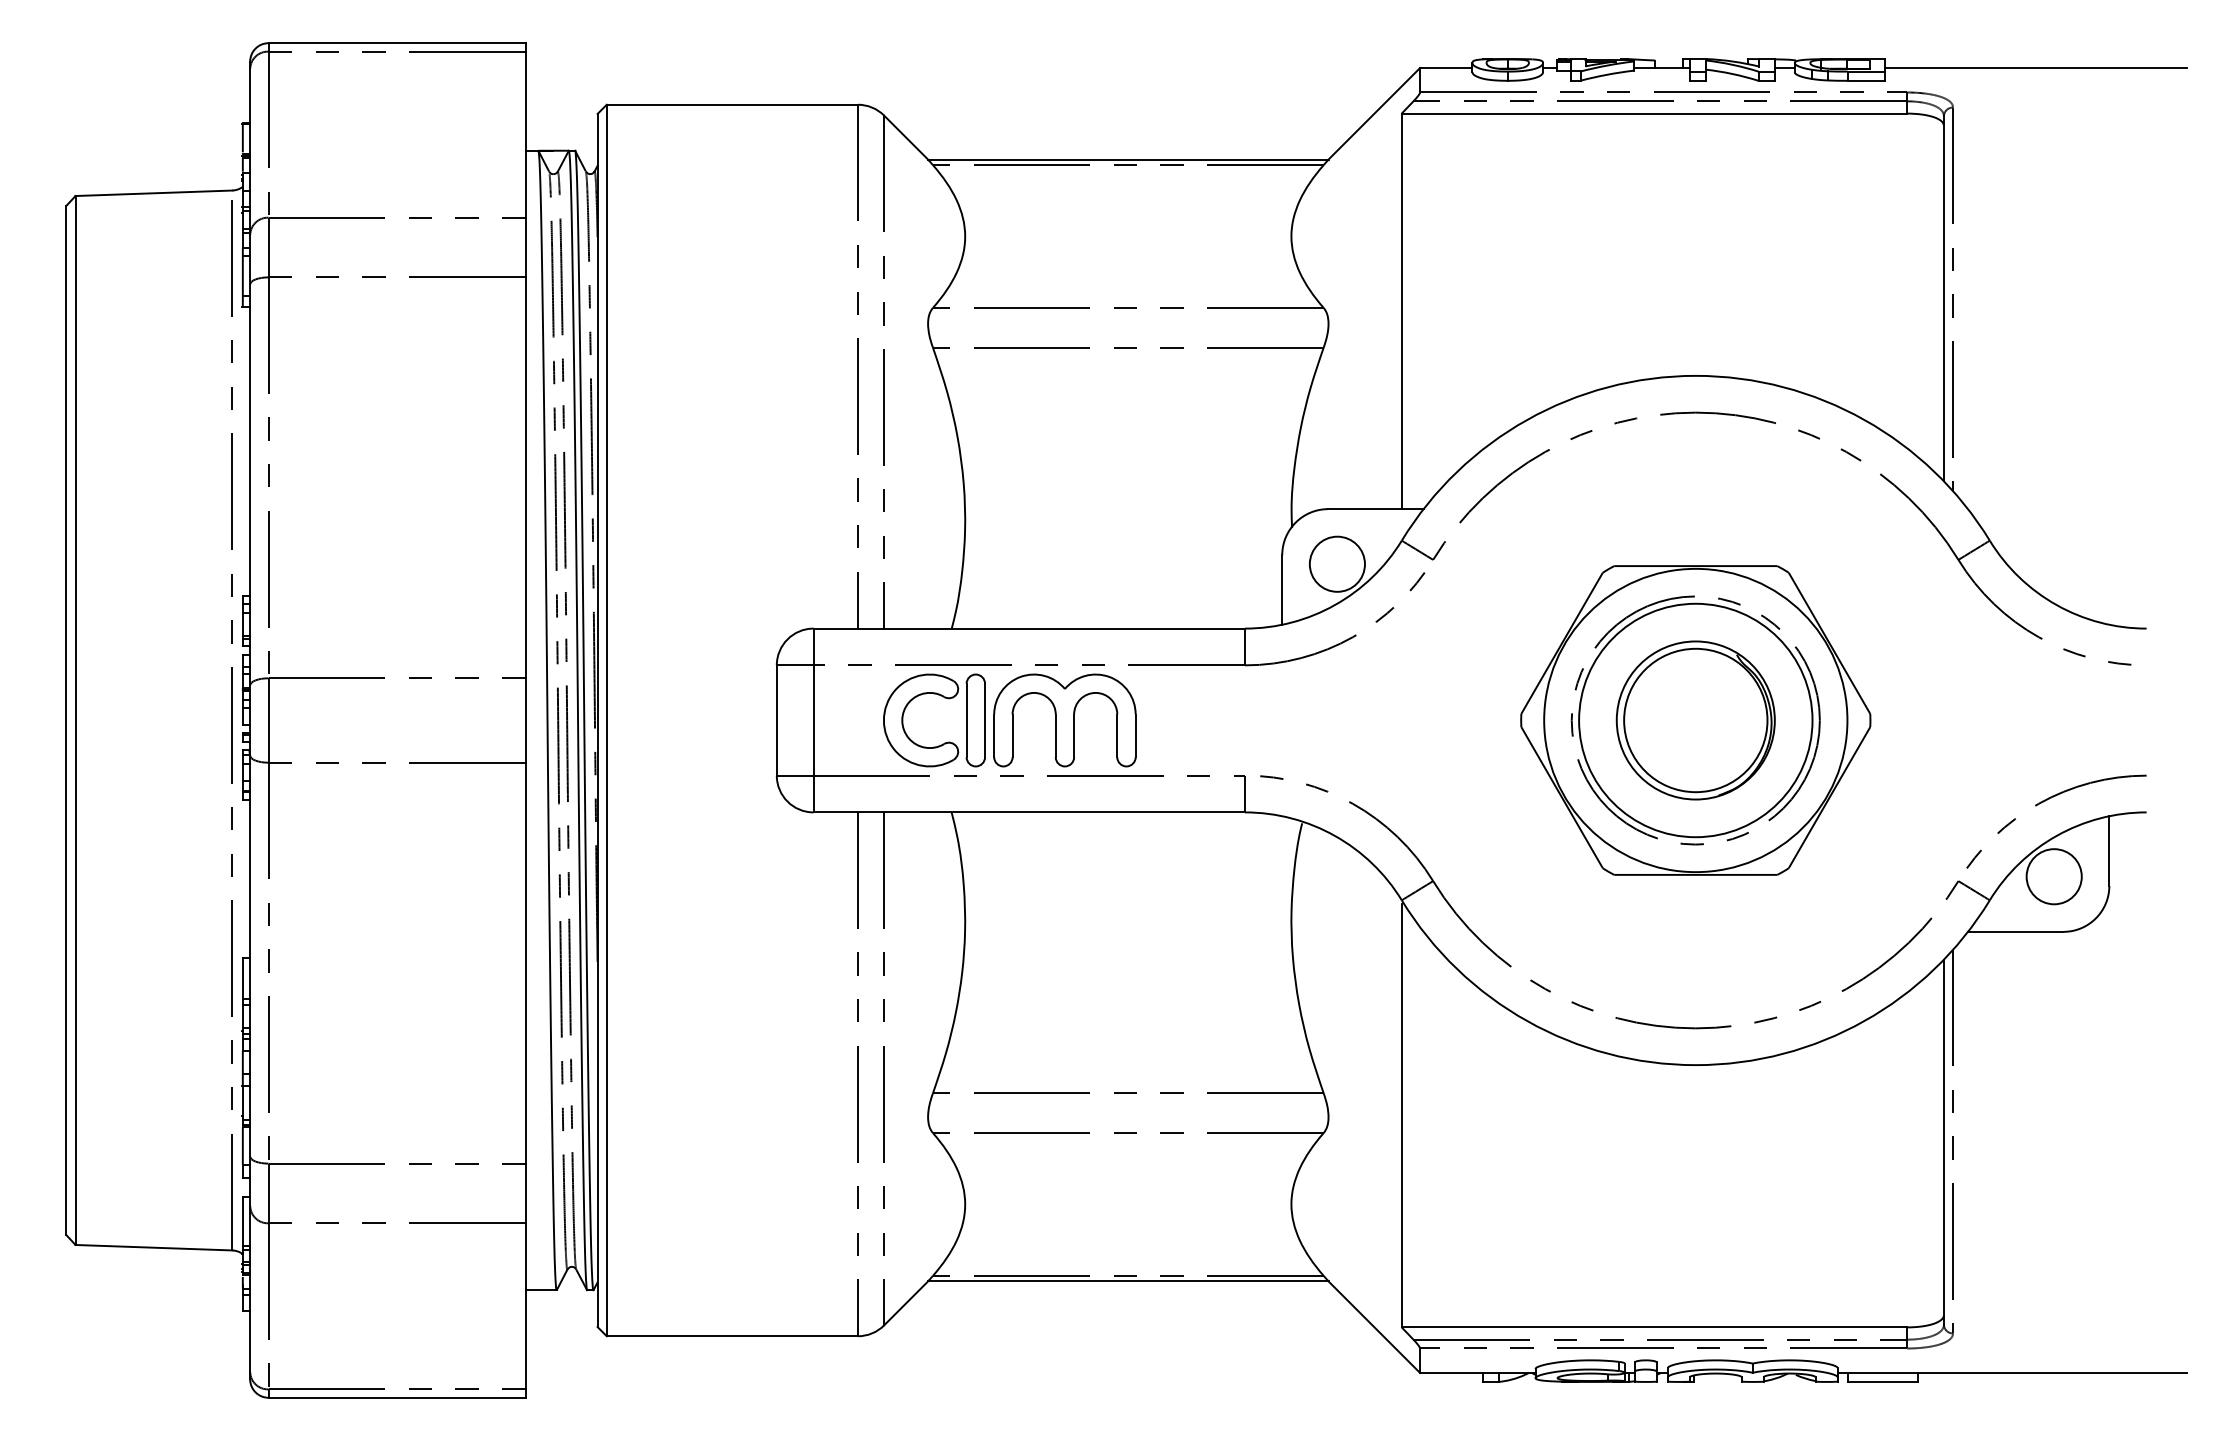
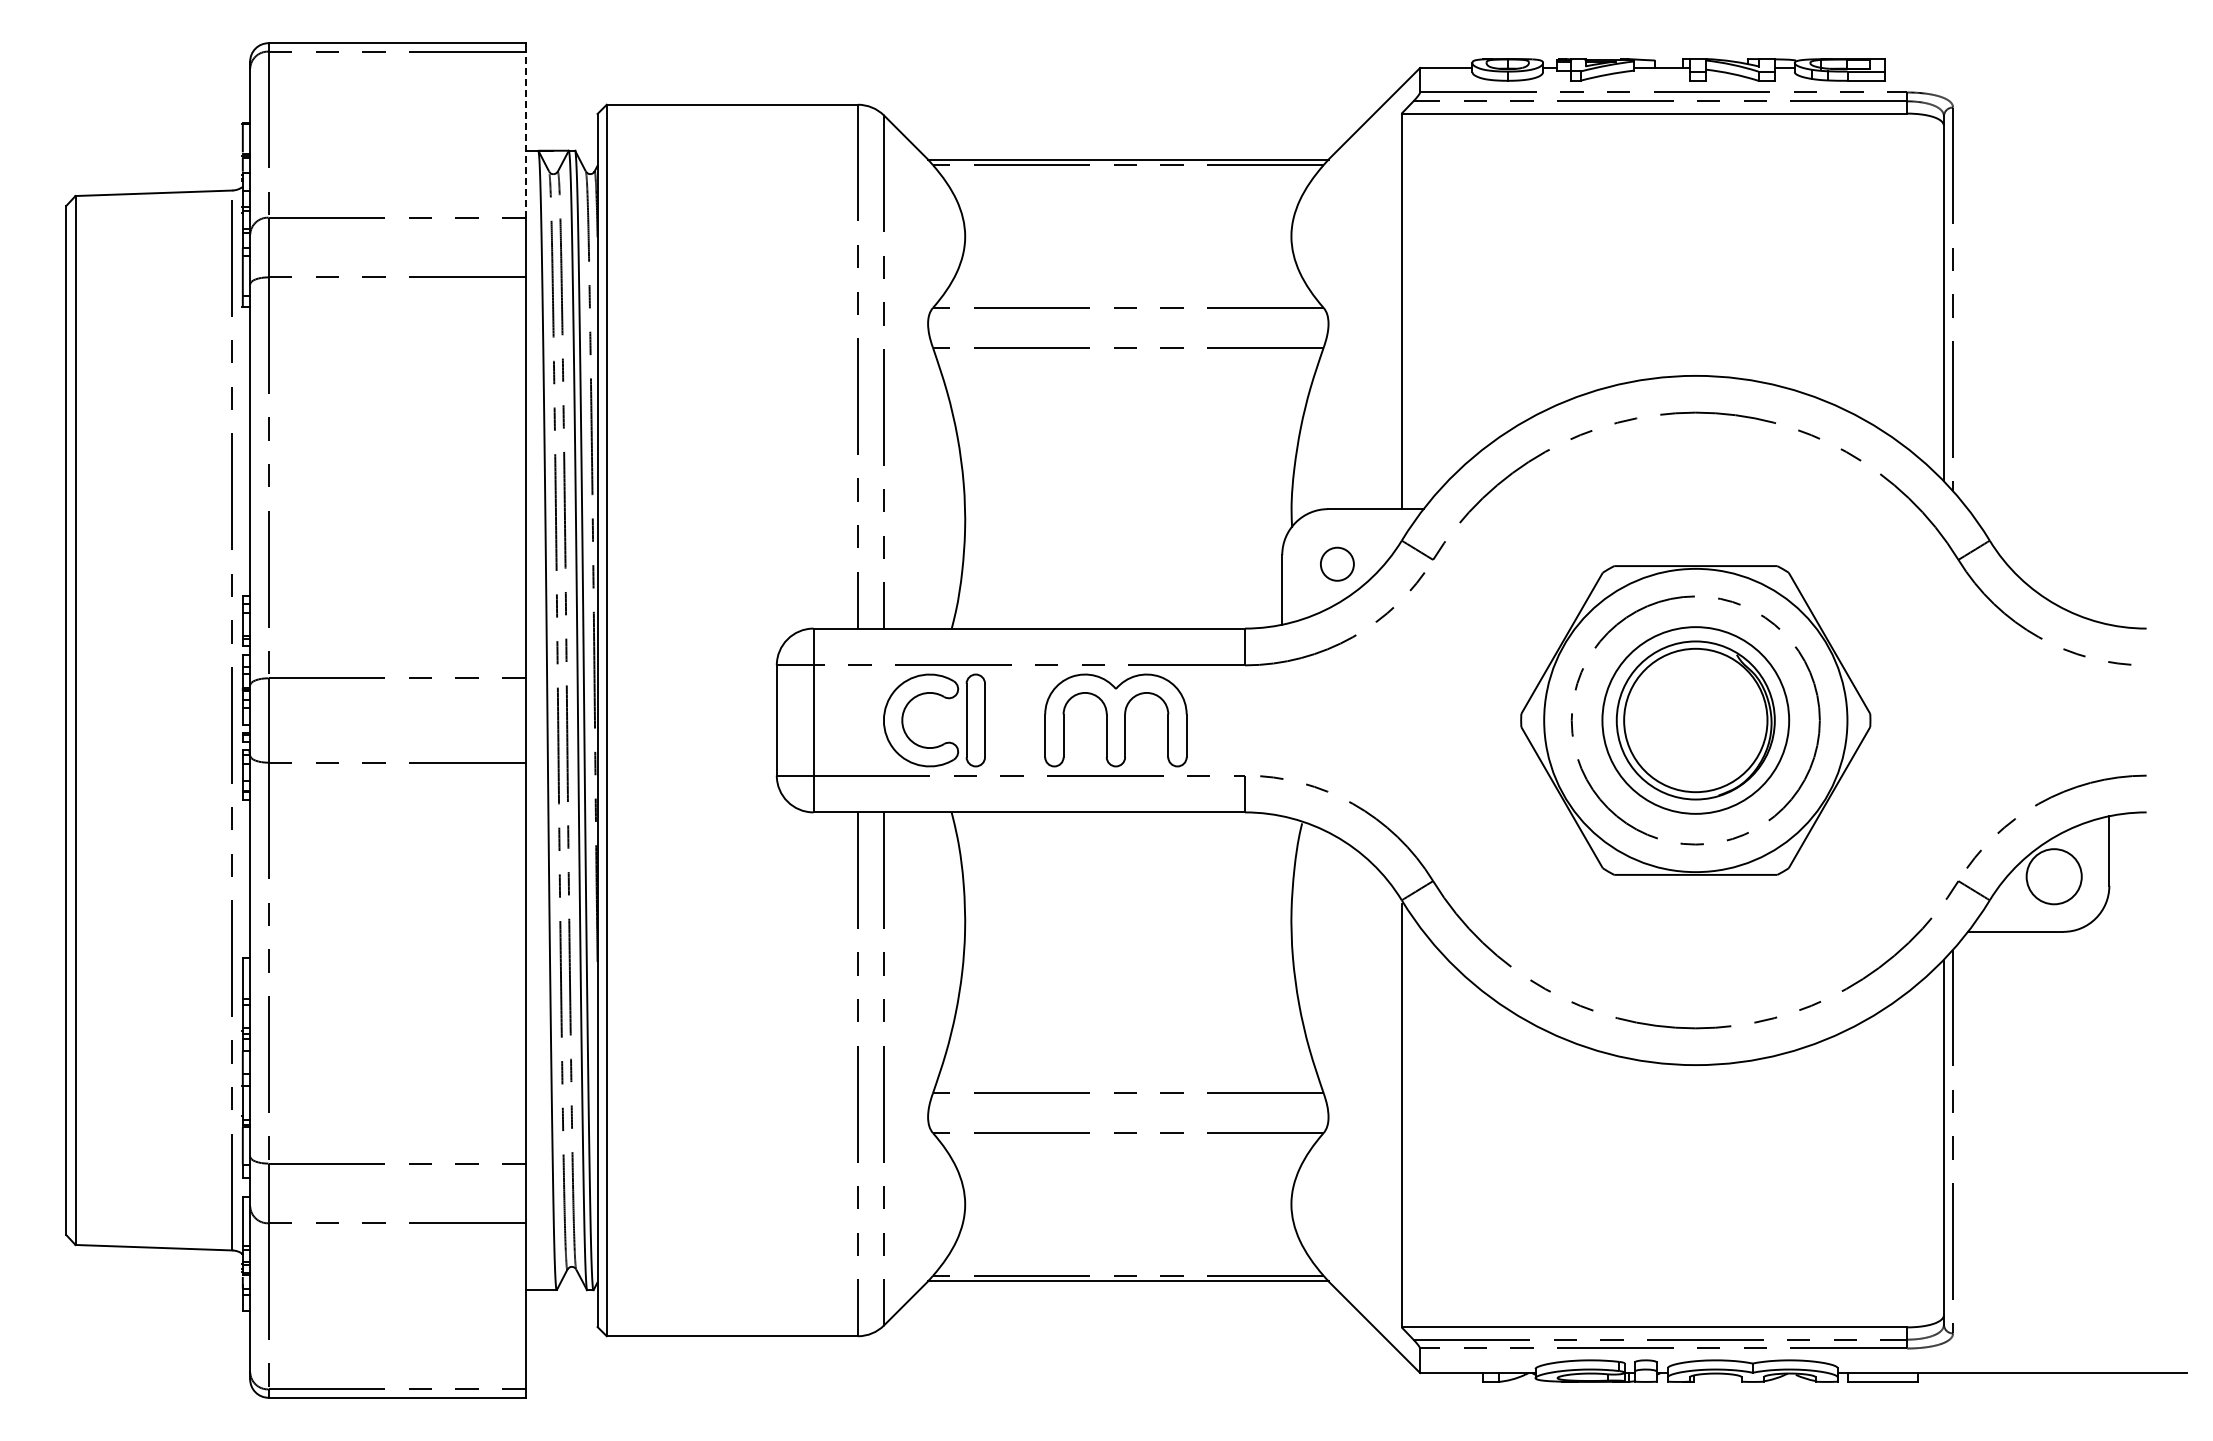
line at (2036, 68): present -> none
line at (525, 134): solid -> dashed
circle at (1336, 563) diameter: 55 px -> 33 px
part at (1064, 720) position: (1064, 720) -> (1115, 720)
circle at (1695, 720) diameter: 233 px -> 187 px
